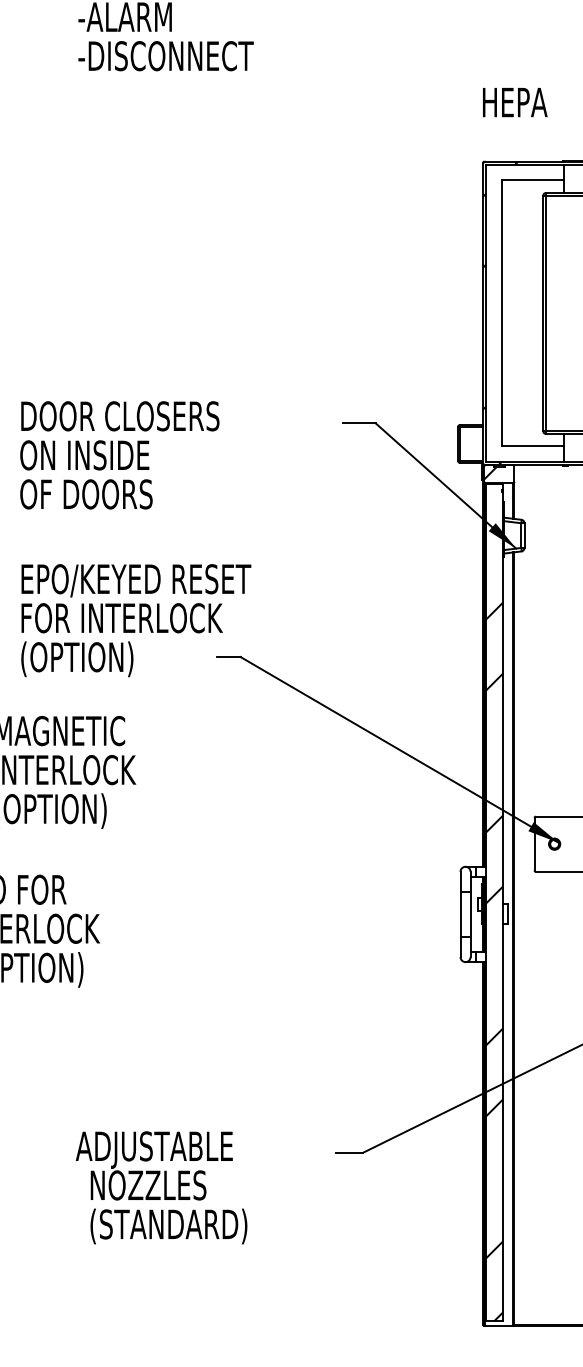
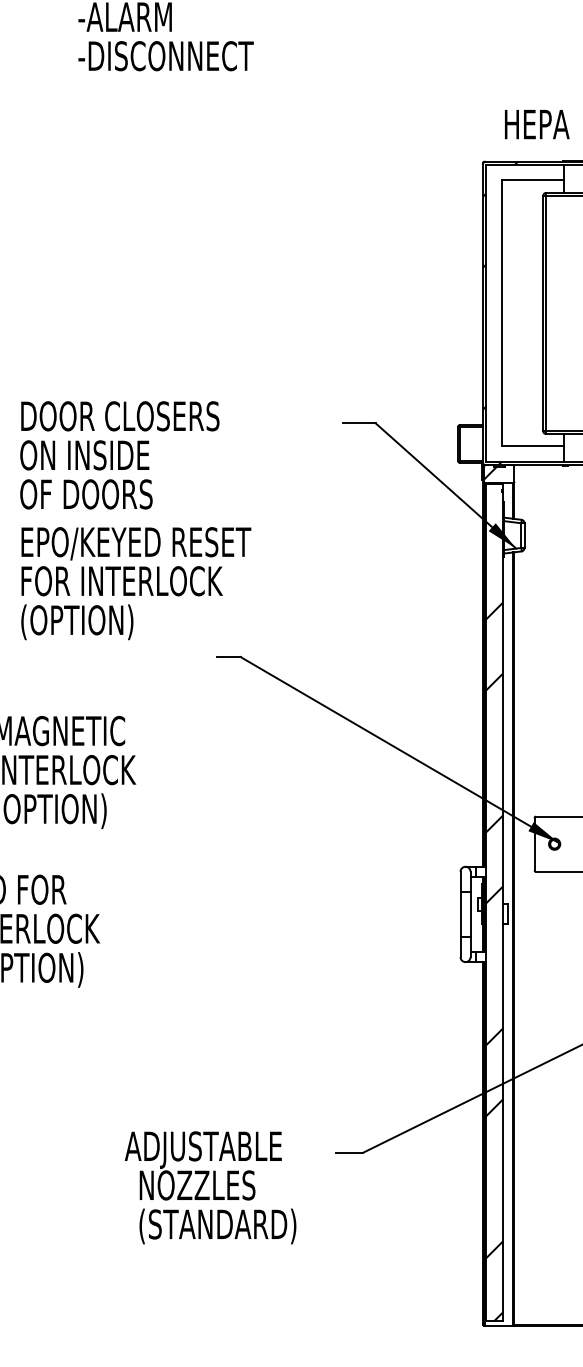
text at (515, 102) position: (515, 102) -> (537, 124)
text at (136, 620) position: (136, 620) -> (136, 583)
text at (161, 1187) position: (161, 1187) -> (210, 1187)
